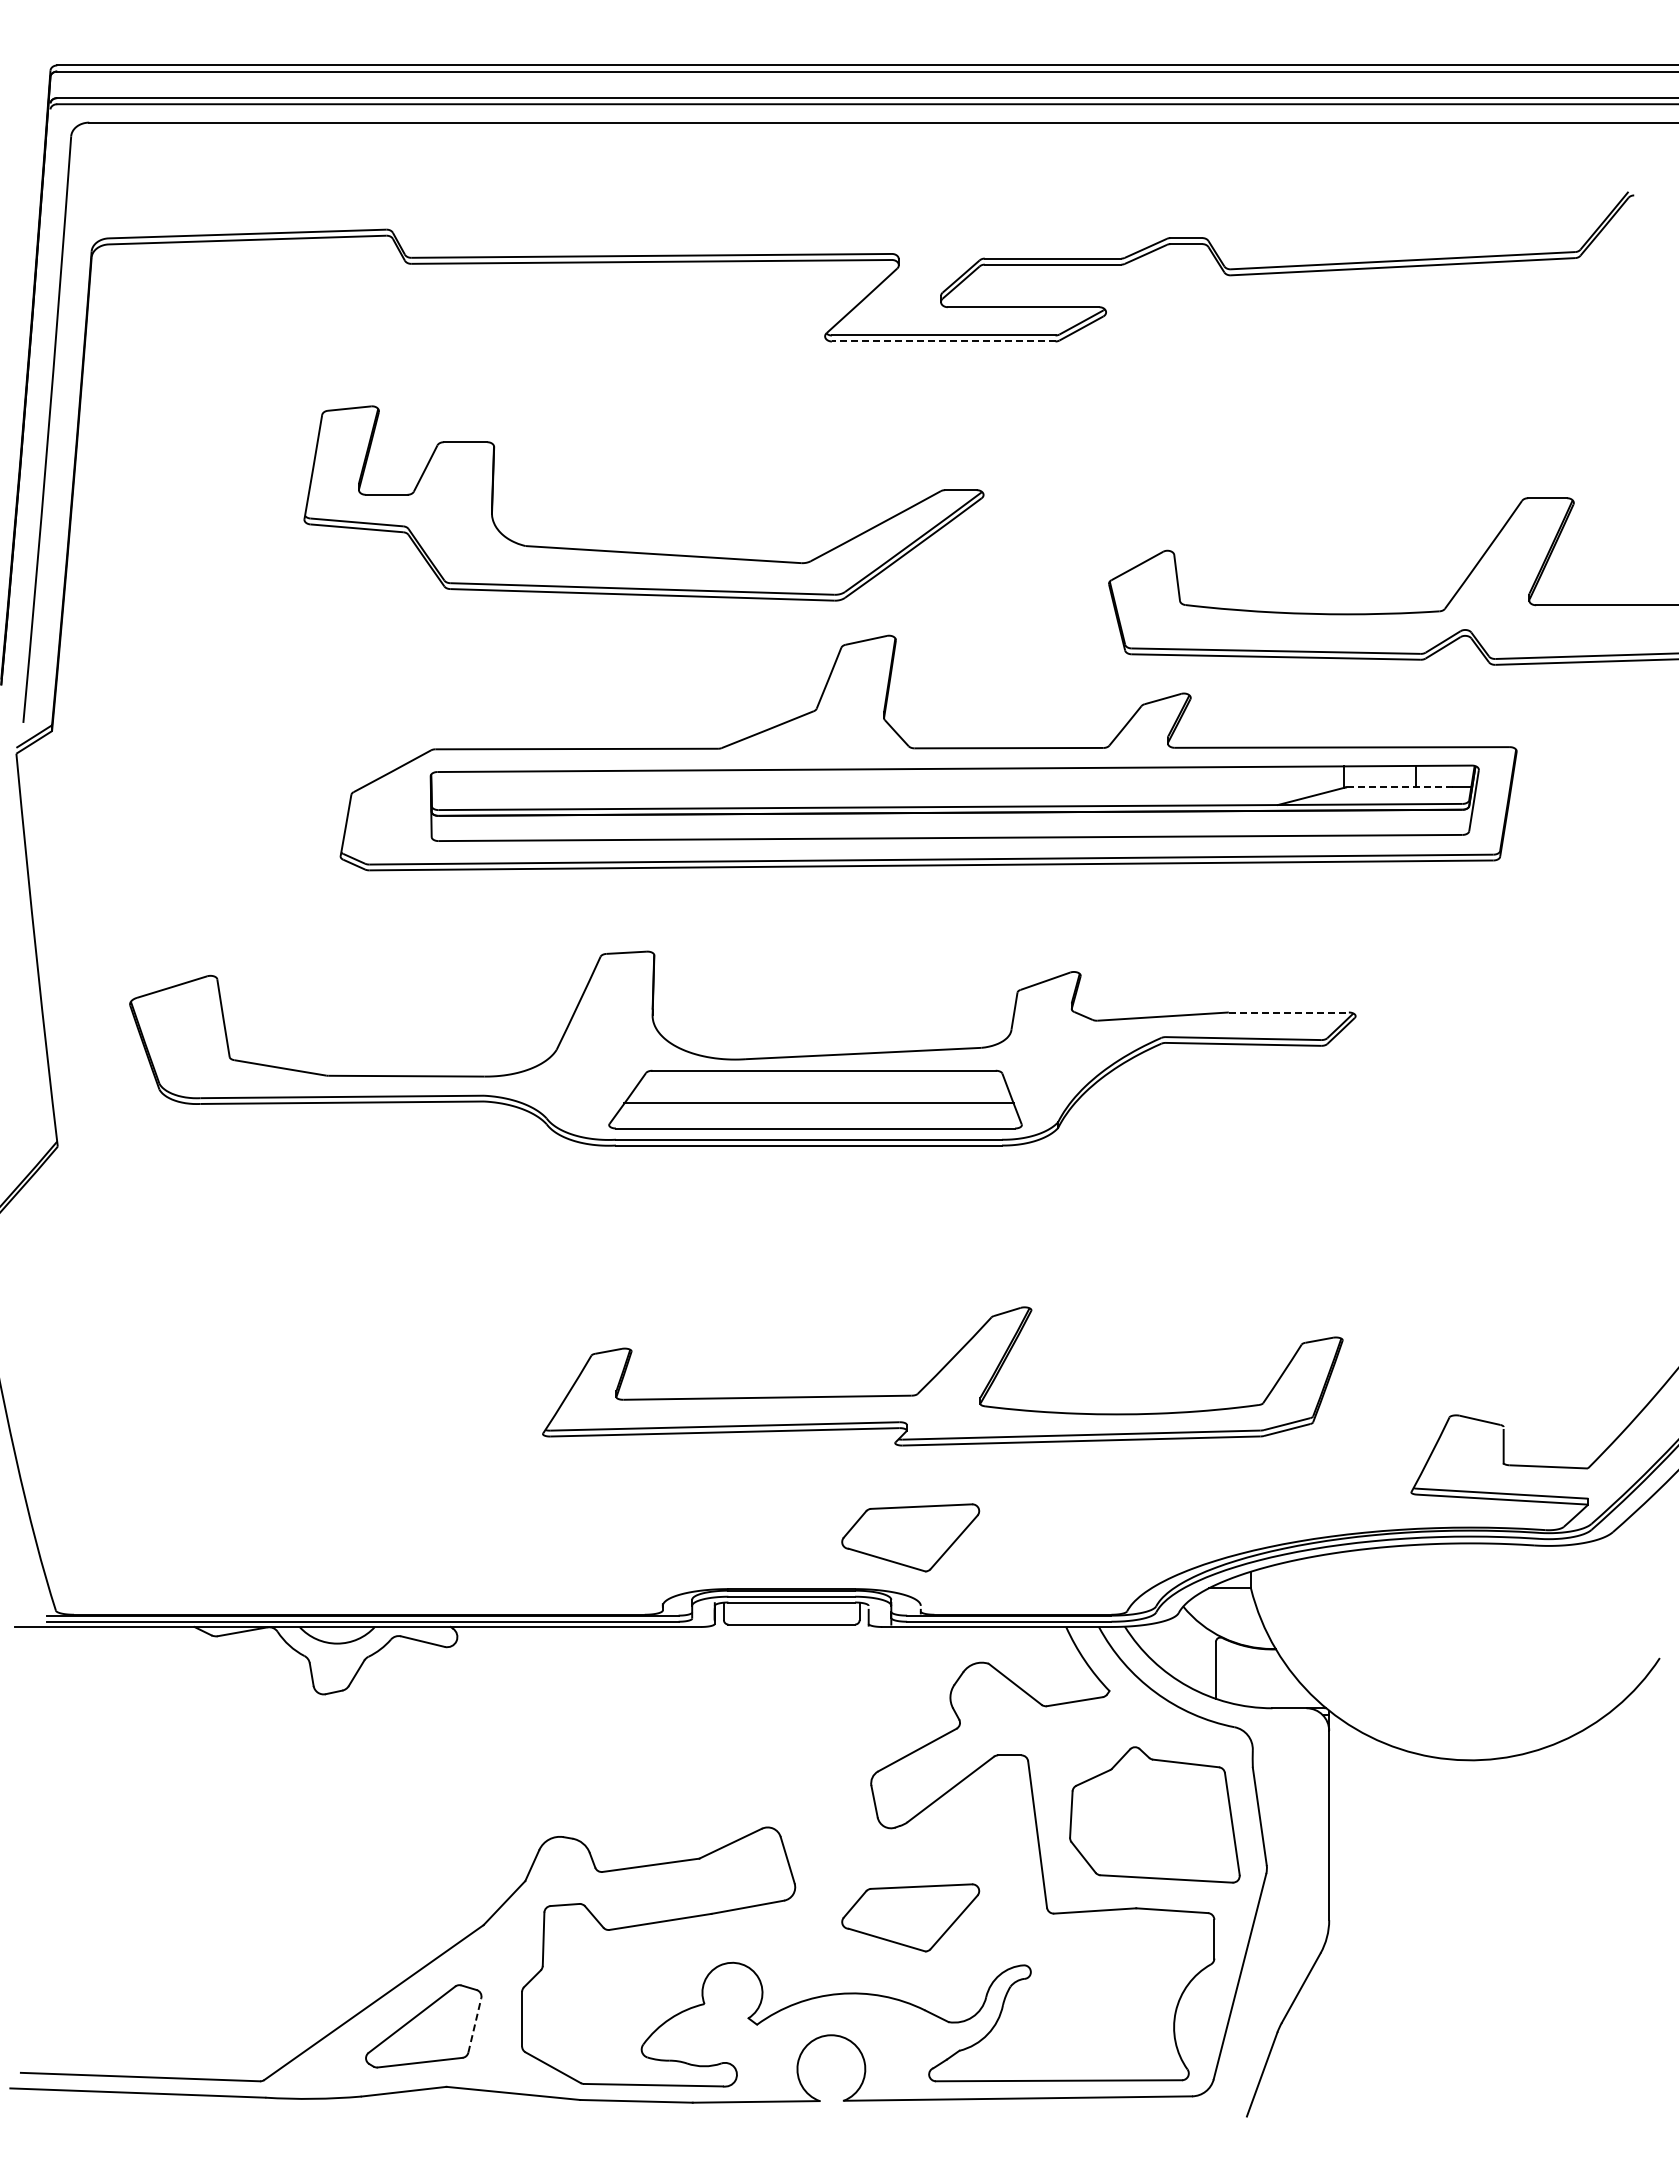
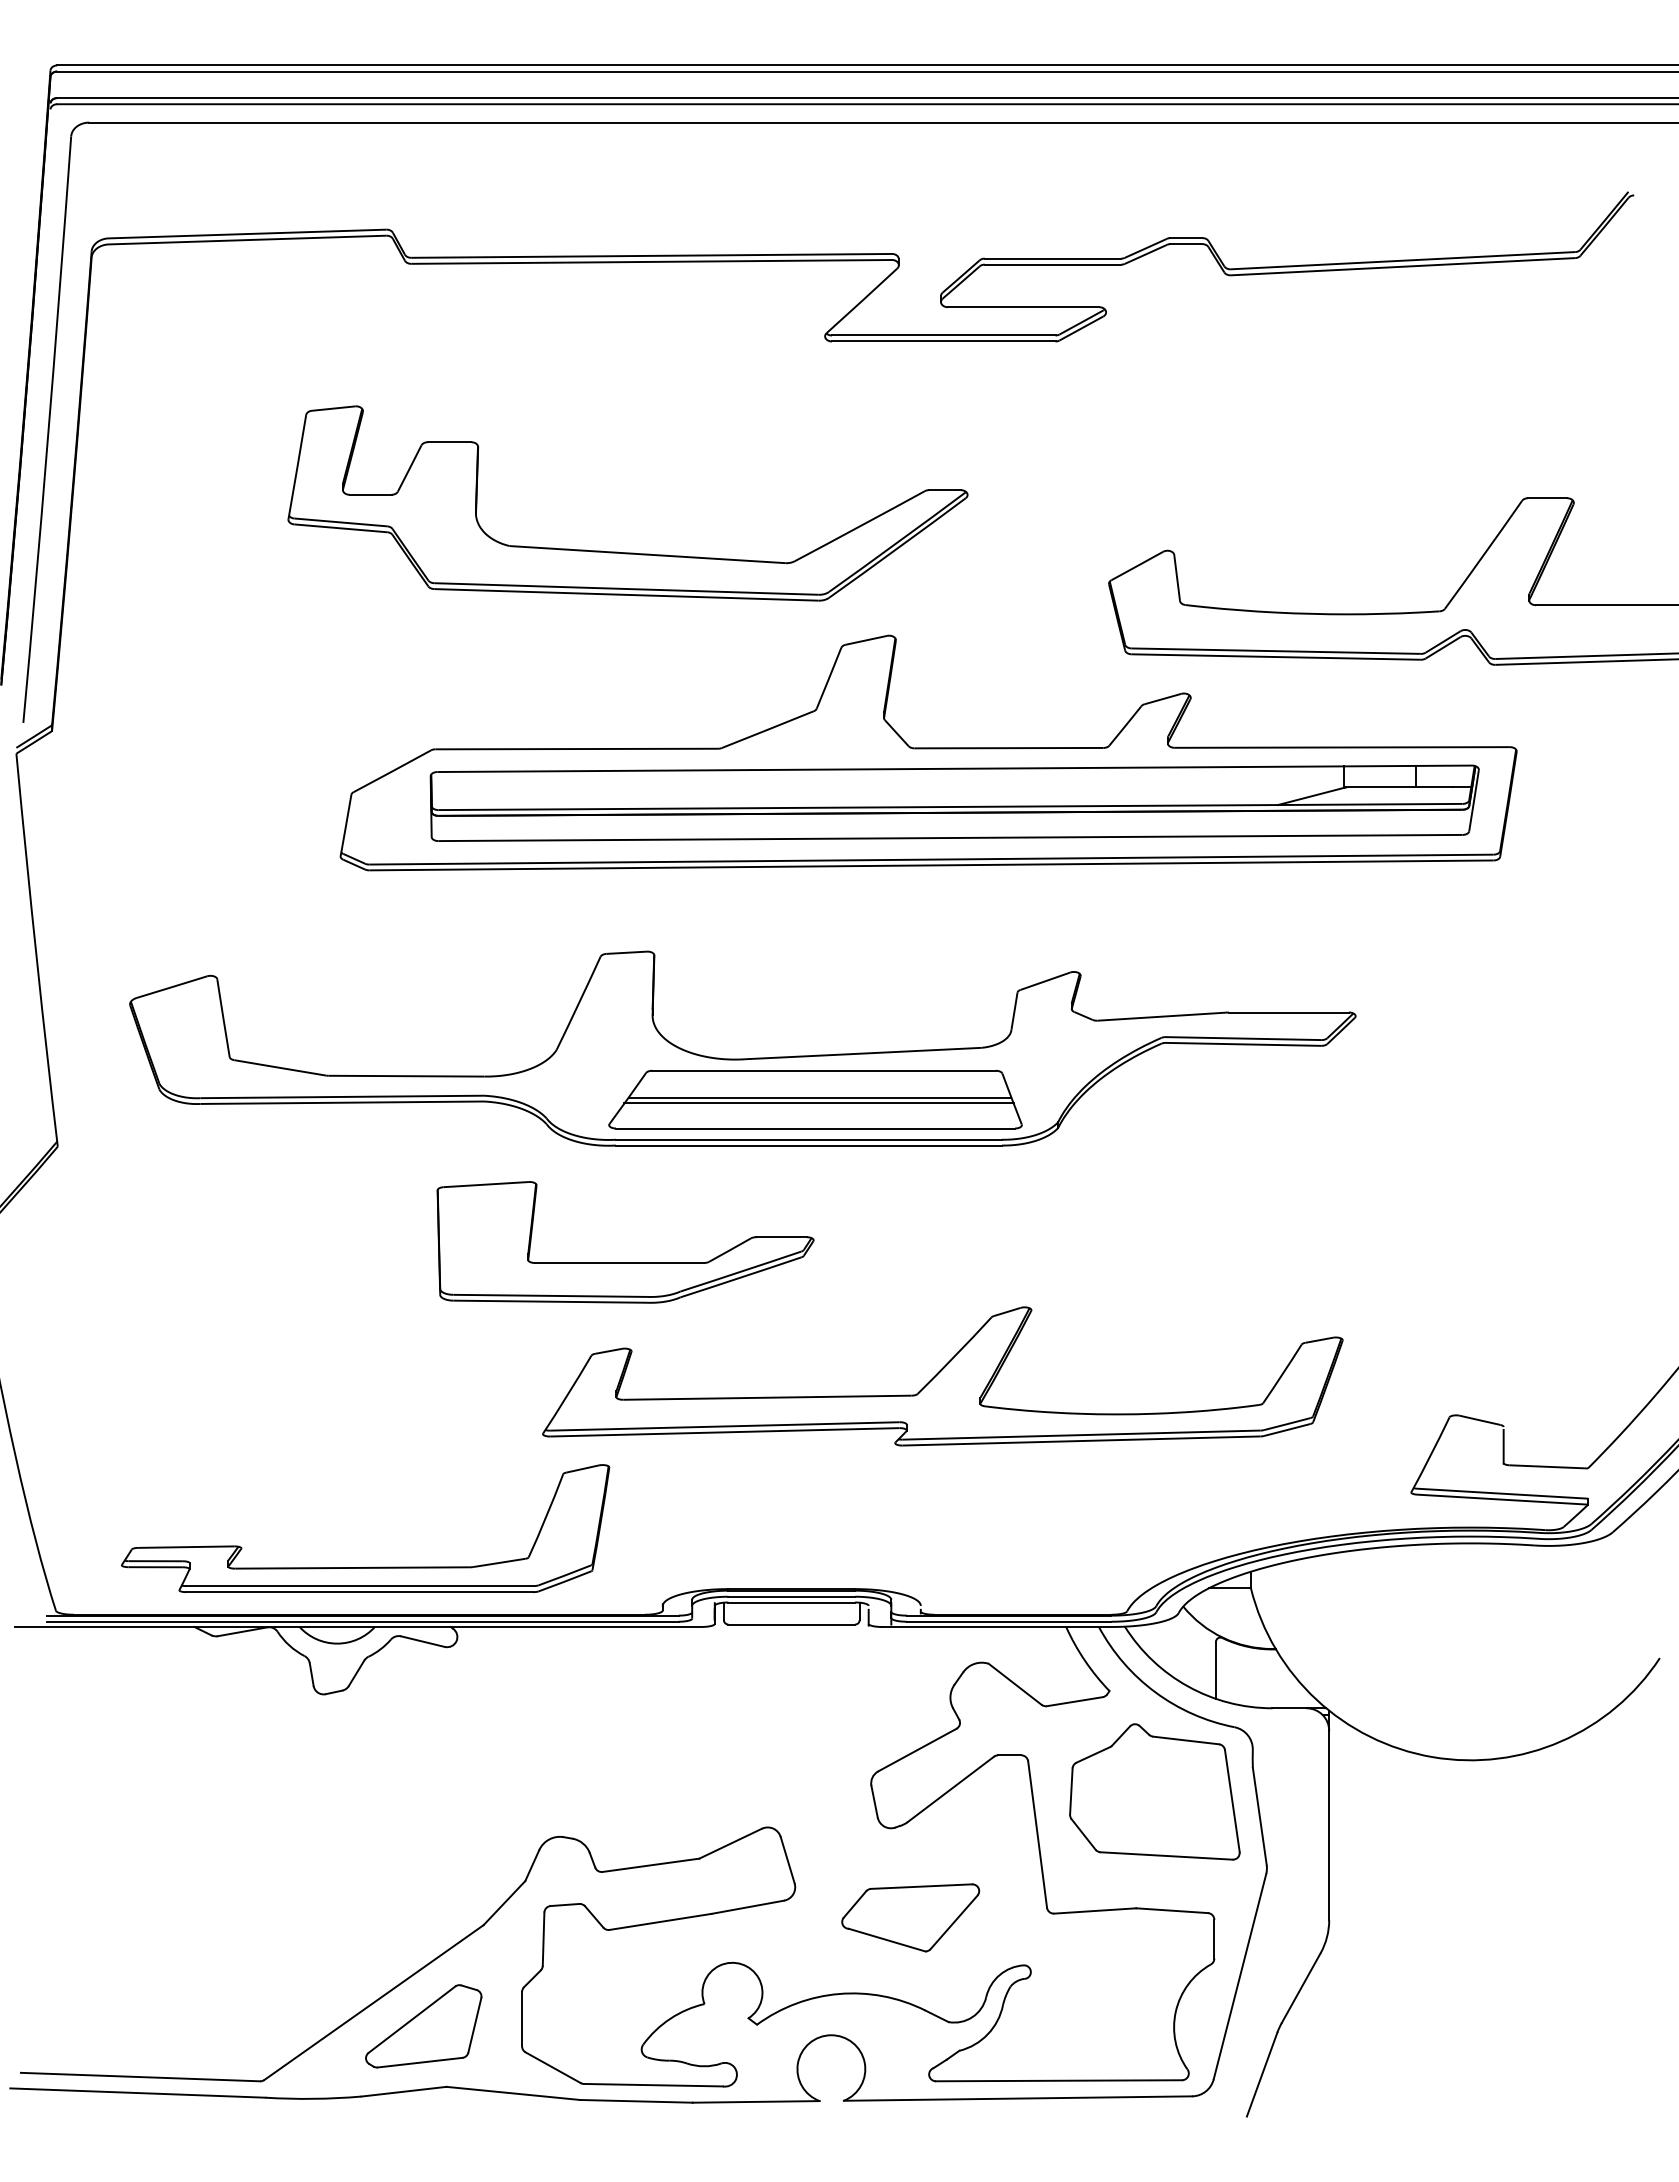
line at (943, 341): dashed -> solid
part at (634, 551) position: (634, 551) -> (618, 551)
line at (1399, 787): dashed -> solid
line at (1288, 1012): dashed -> solid
line at (819, 1097): none -> present
part at (625, 1262): none -> present
part at (910, 1537): present -> none
part at (365, 1567): none -> present
part at (1154, 1814) position: (1154, 1814) -> (1154, 1791)
line at (474, 2024): dashed -> solid
